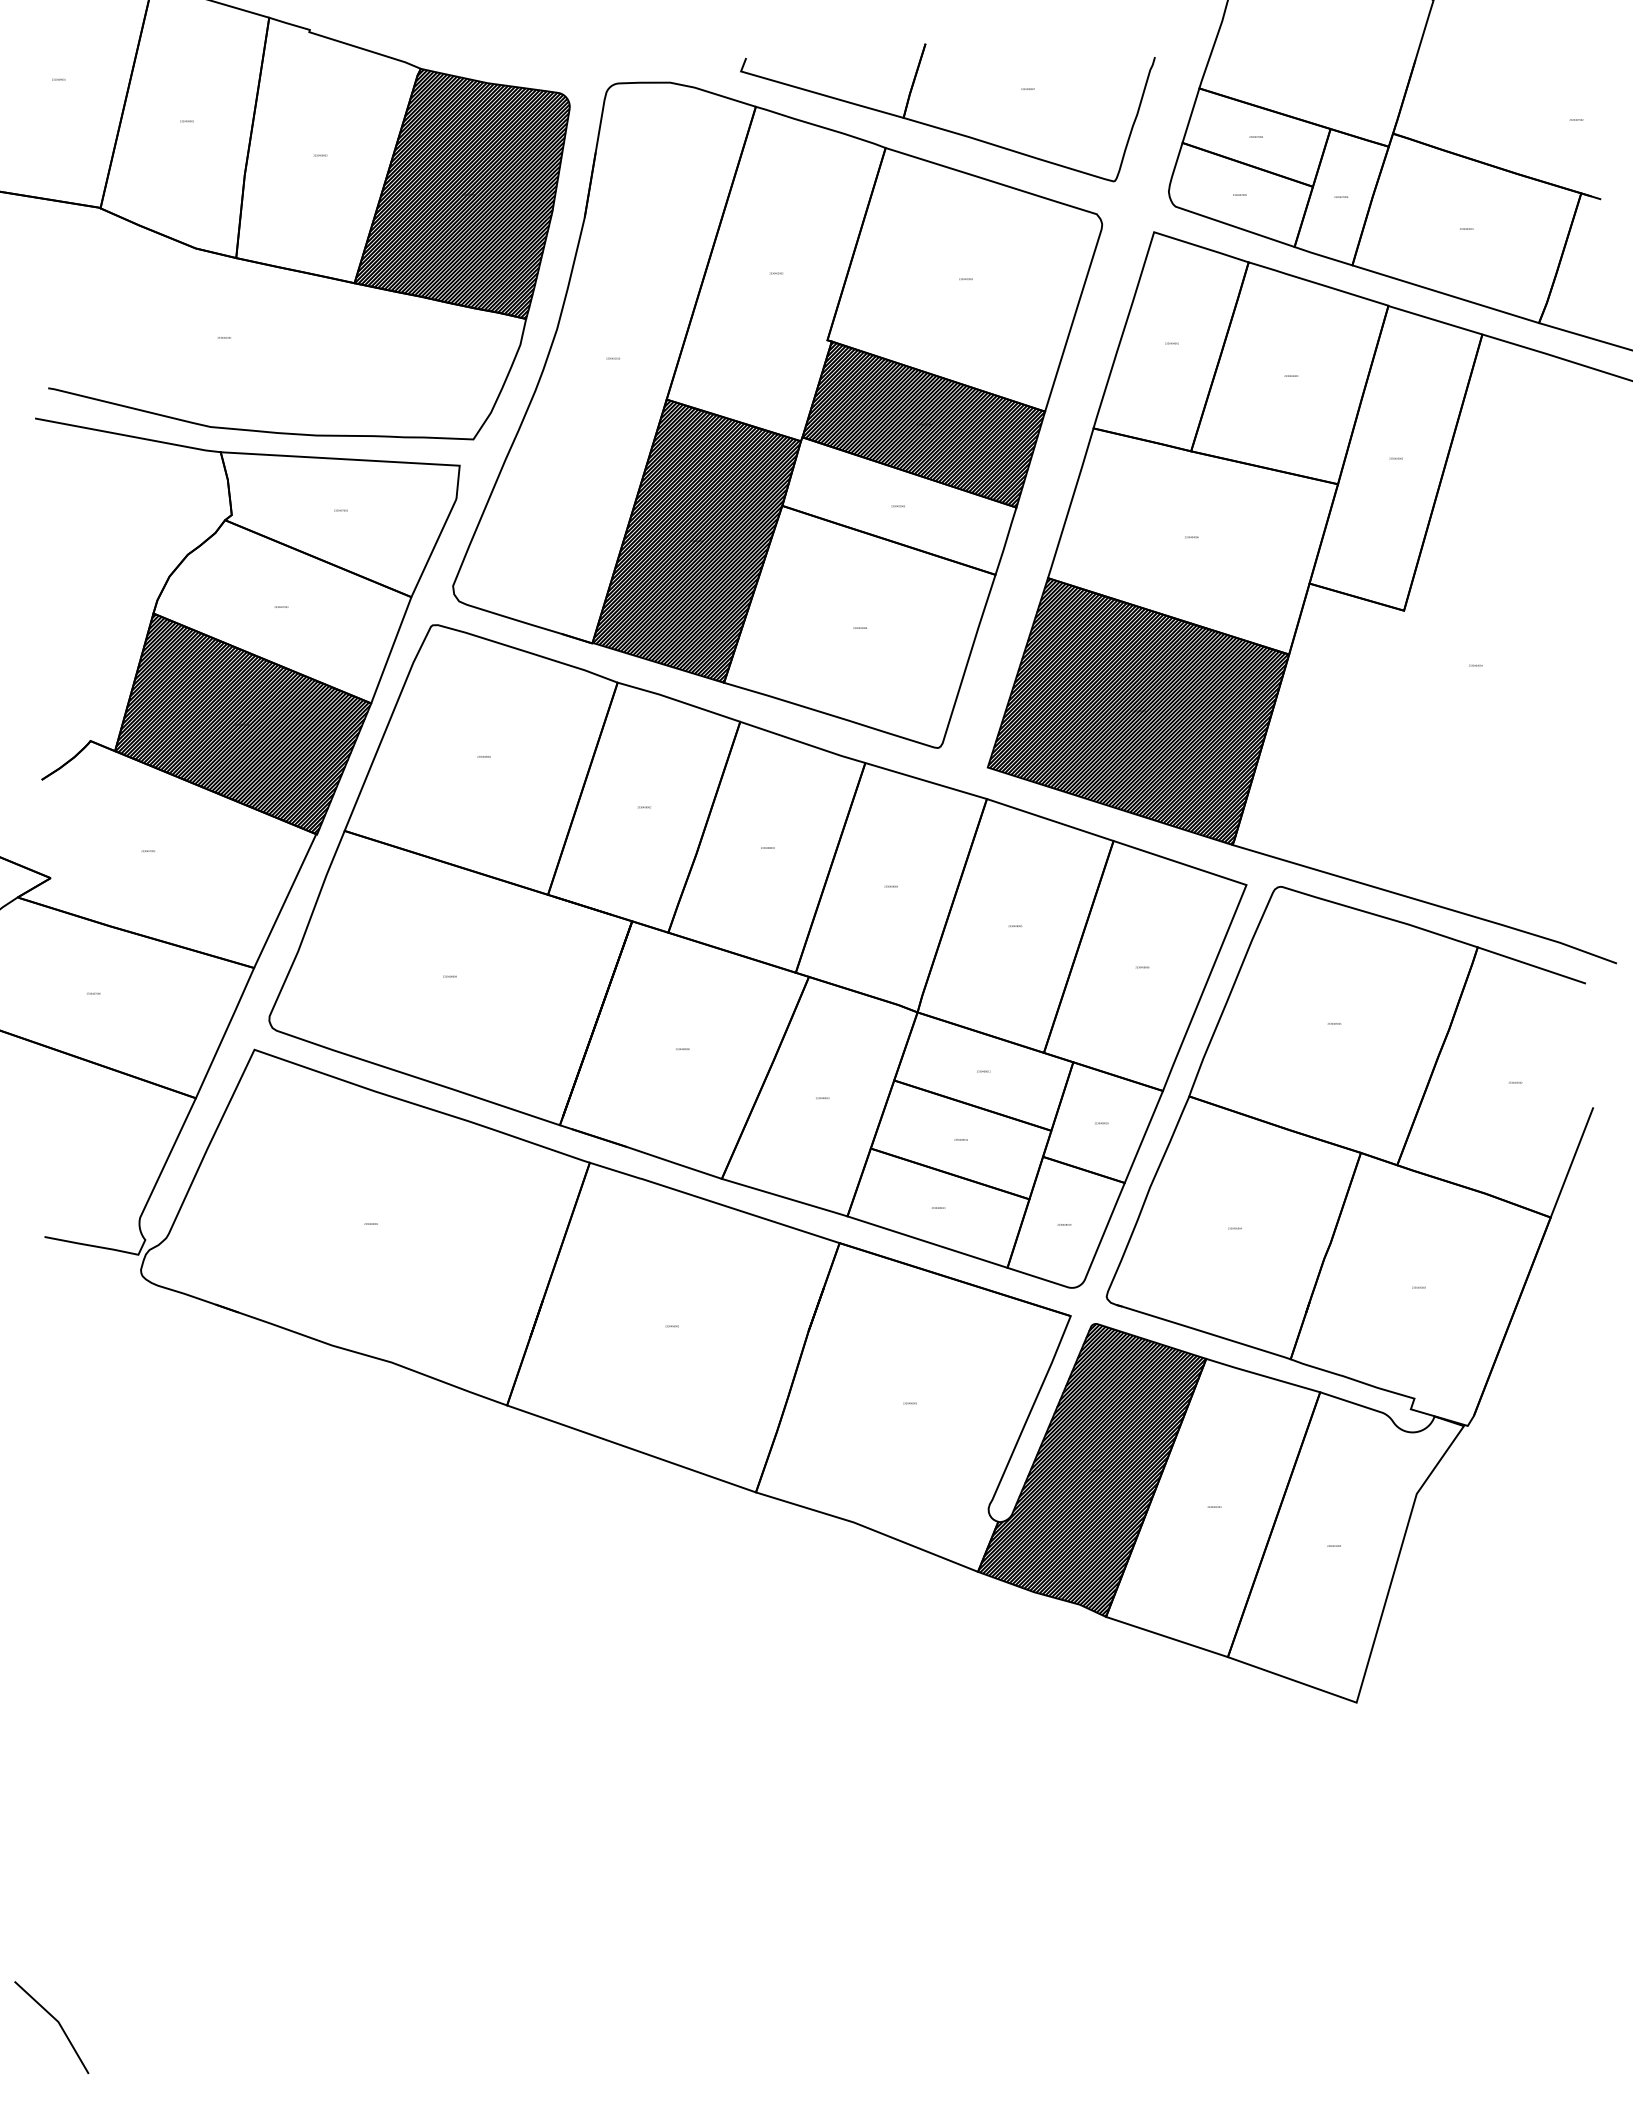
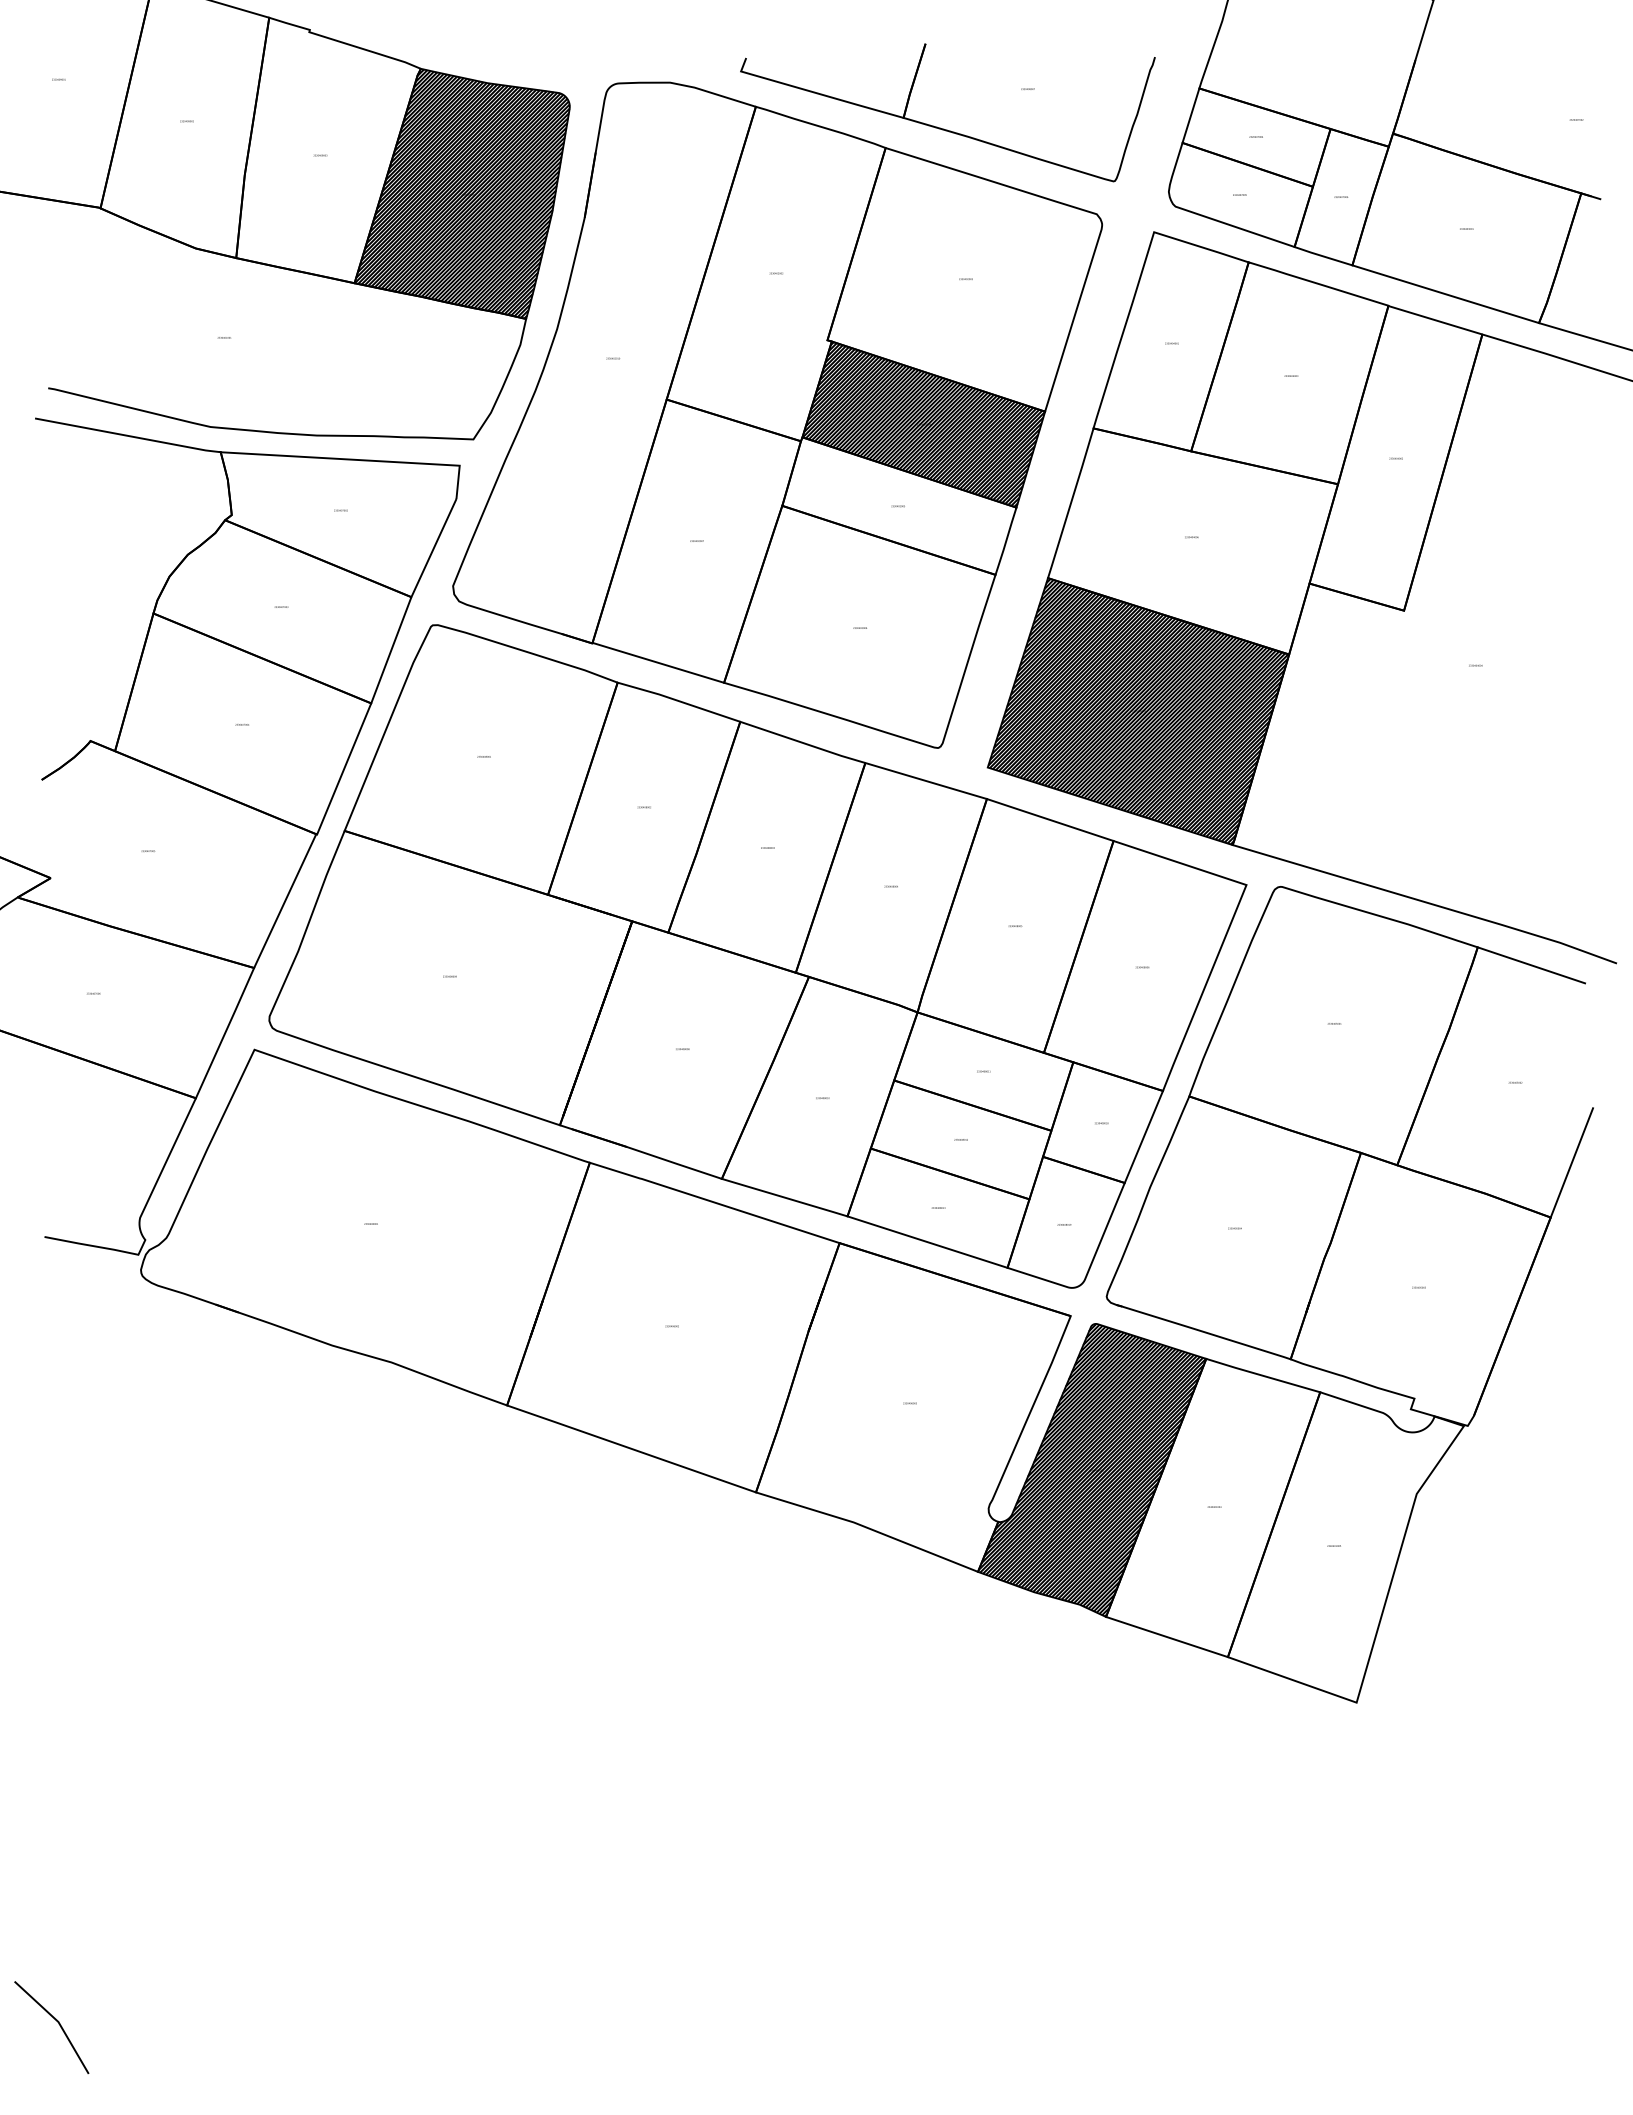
hatch at (696, 540): present -> none
hatch at (242, 723): present -> none
